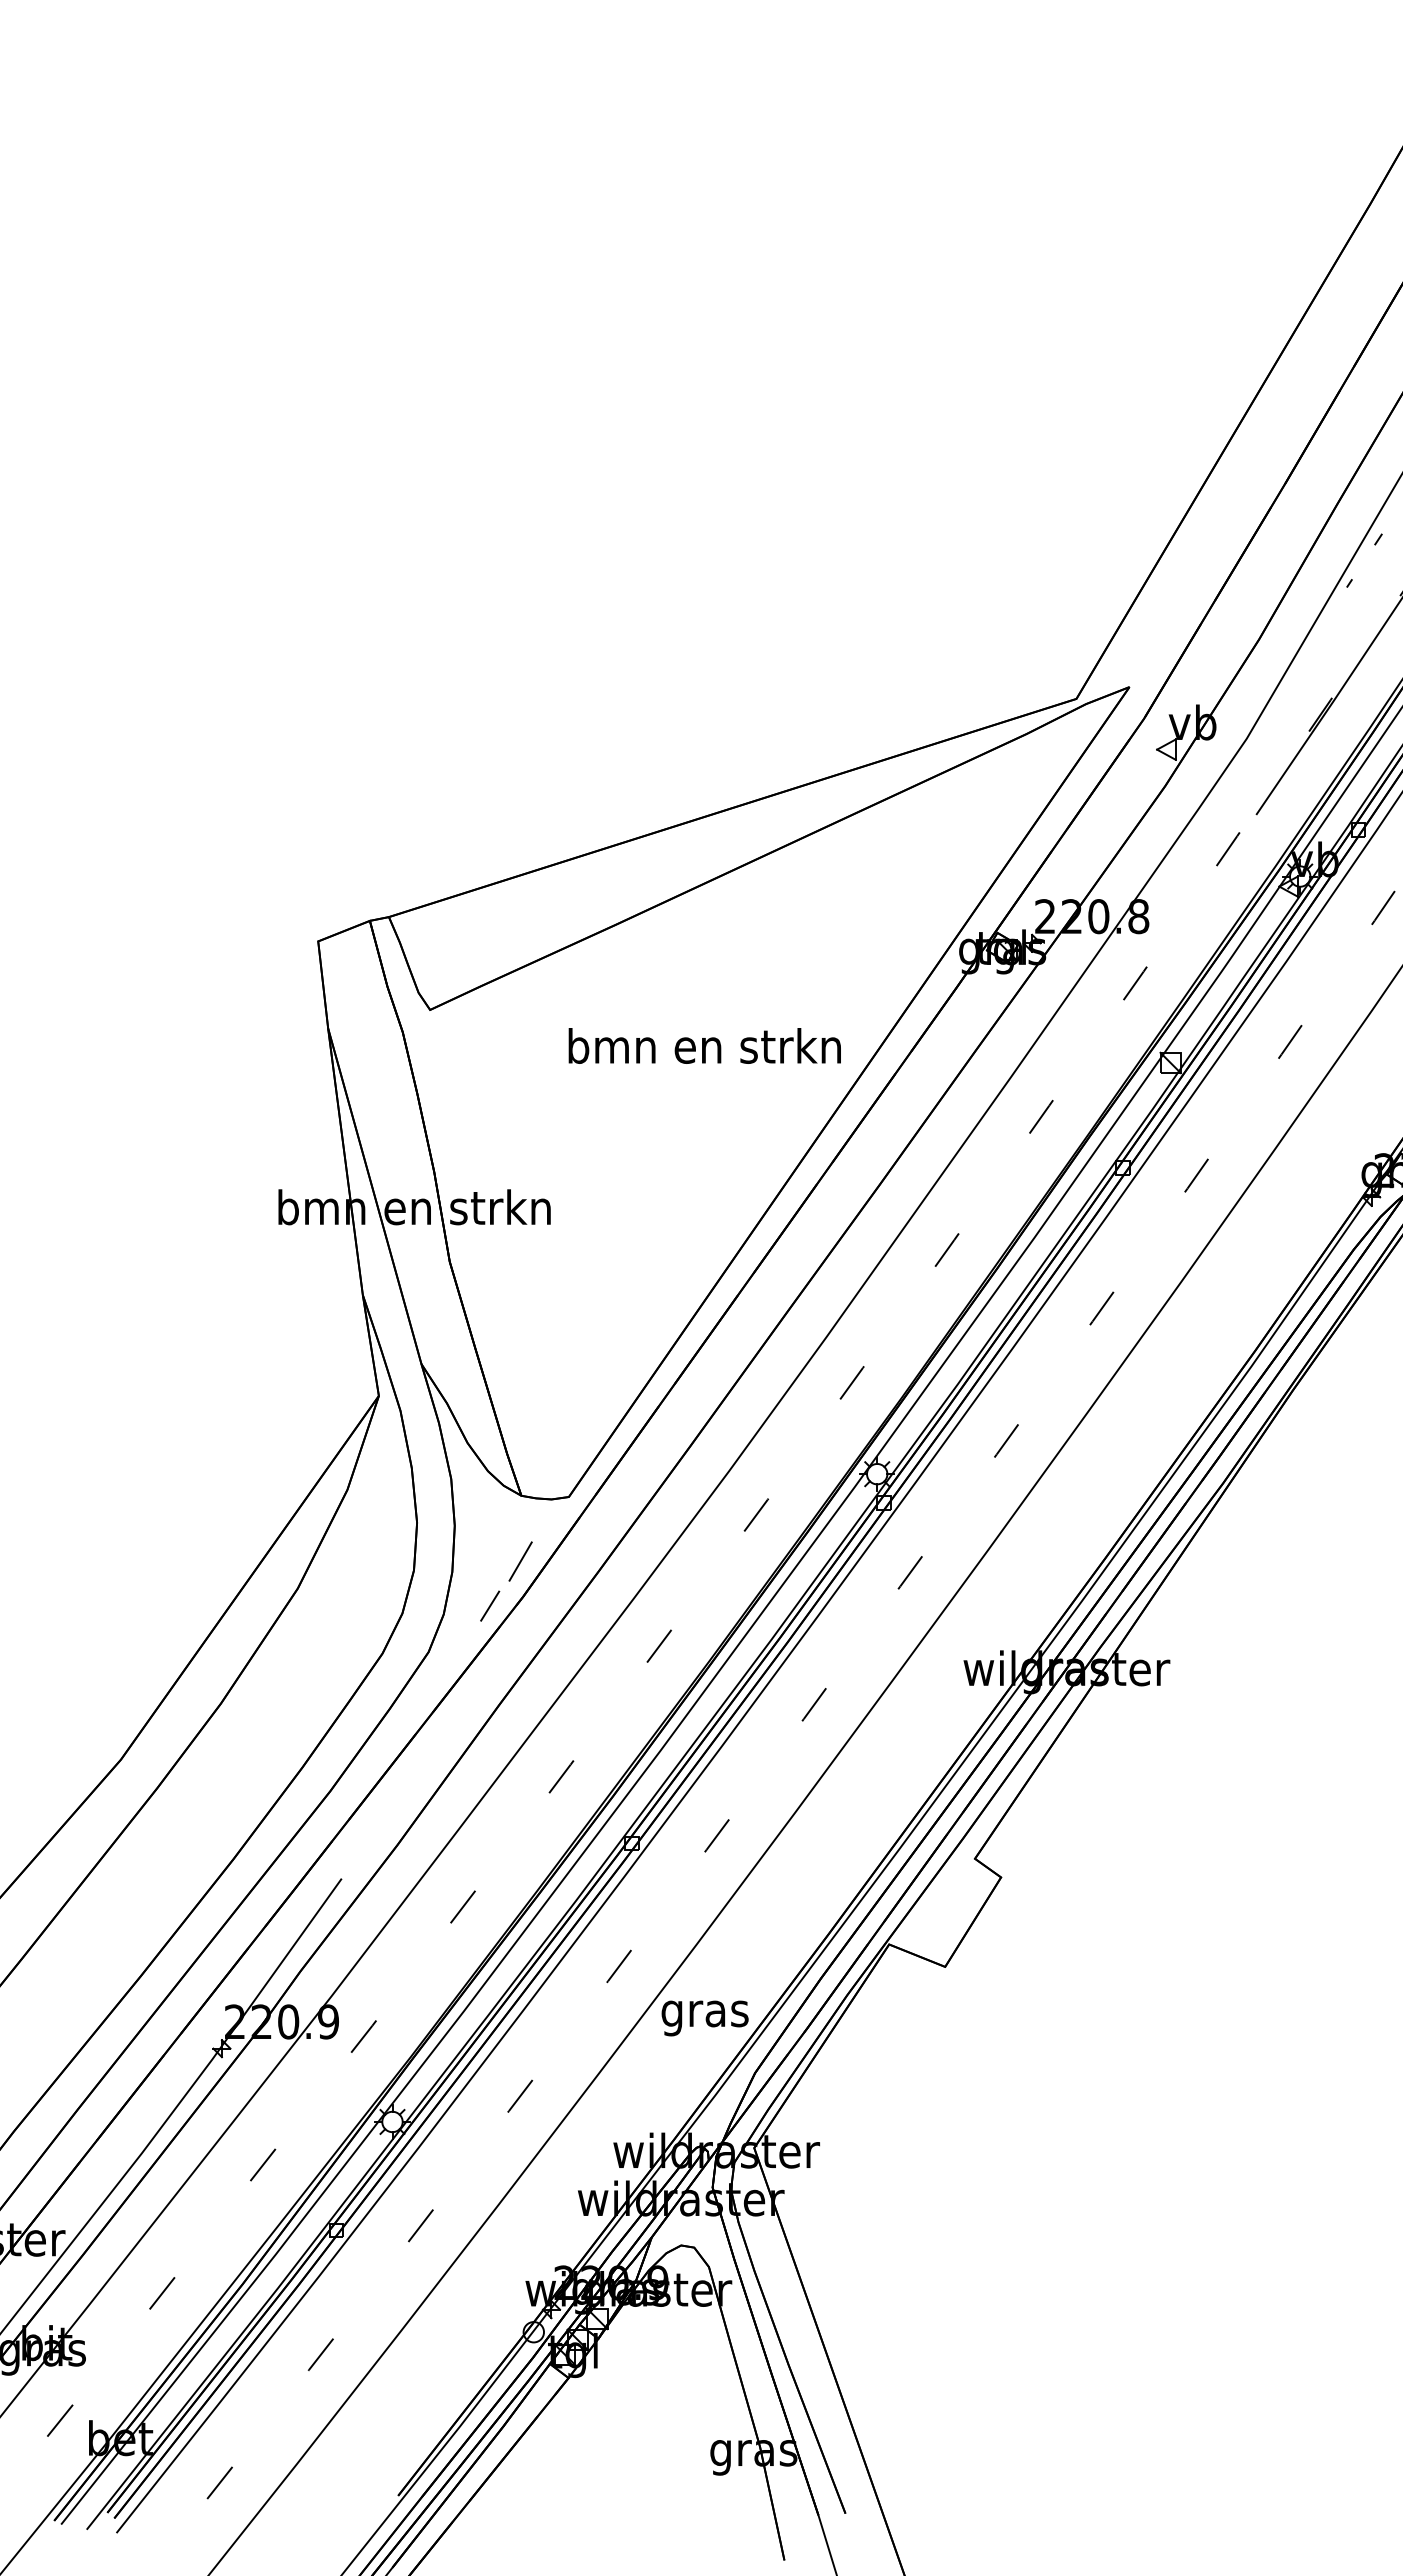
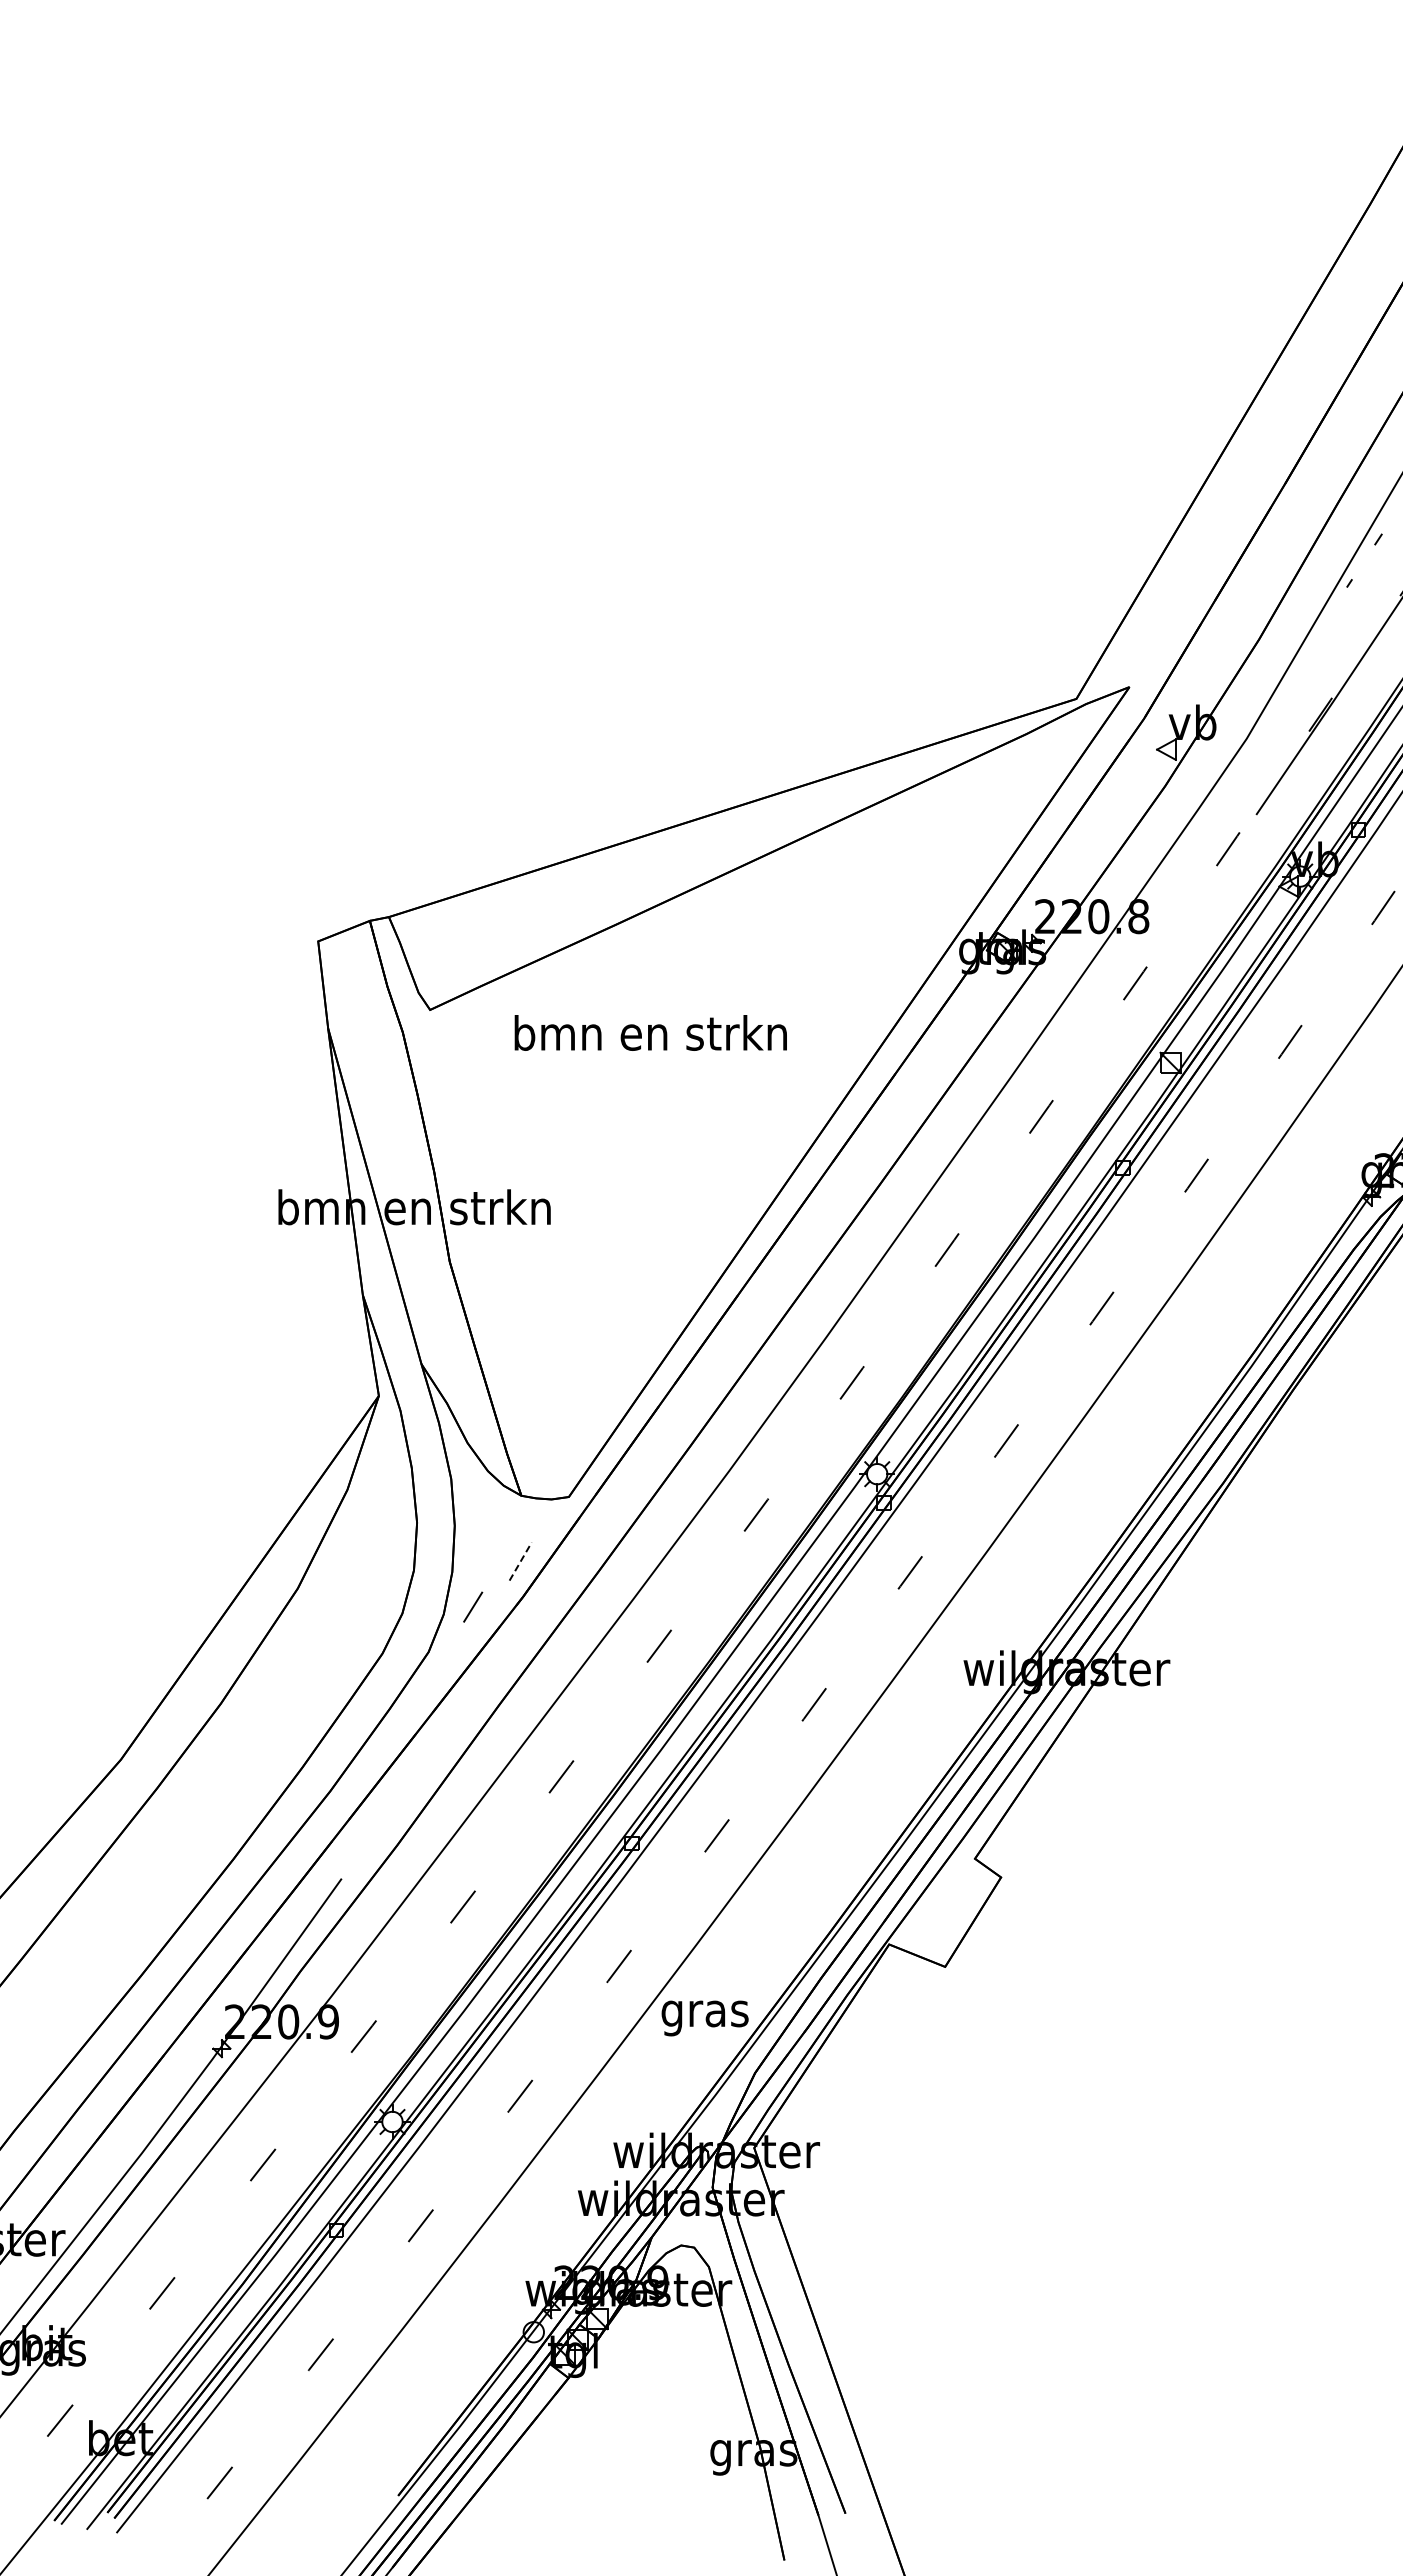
text at (704, 1045) position: (704, 1045) -> (650, 1032)
line at (520, 1561): solid -> dashed
line at (490, 1605) position: (490, 1605) -> (473, 1606)
